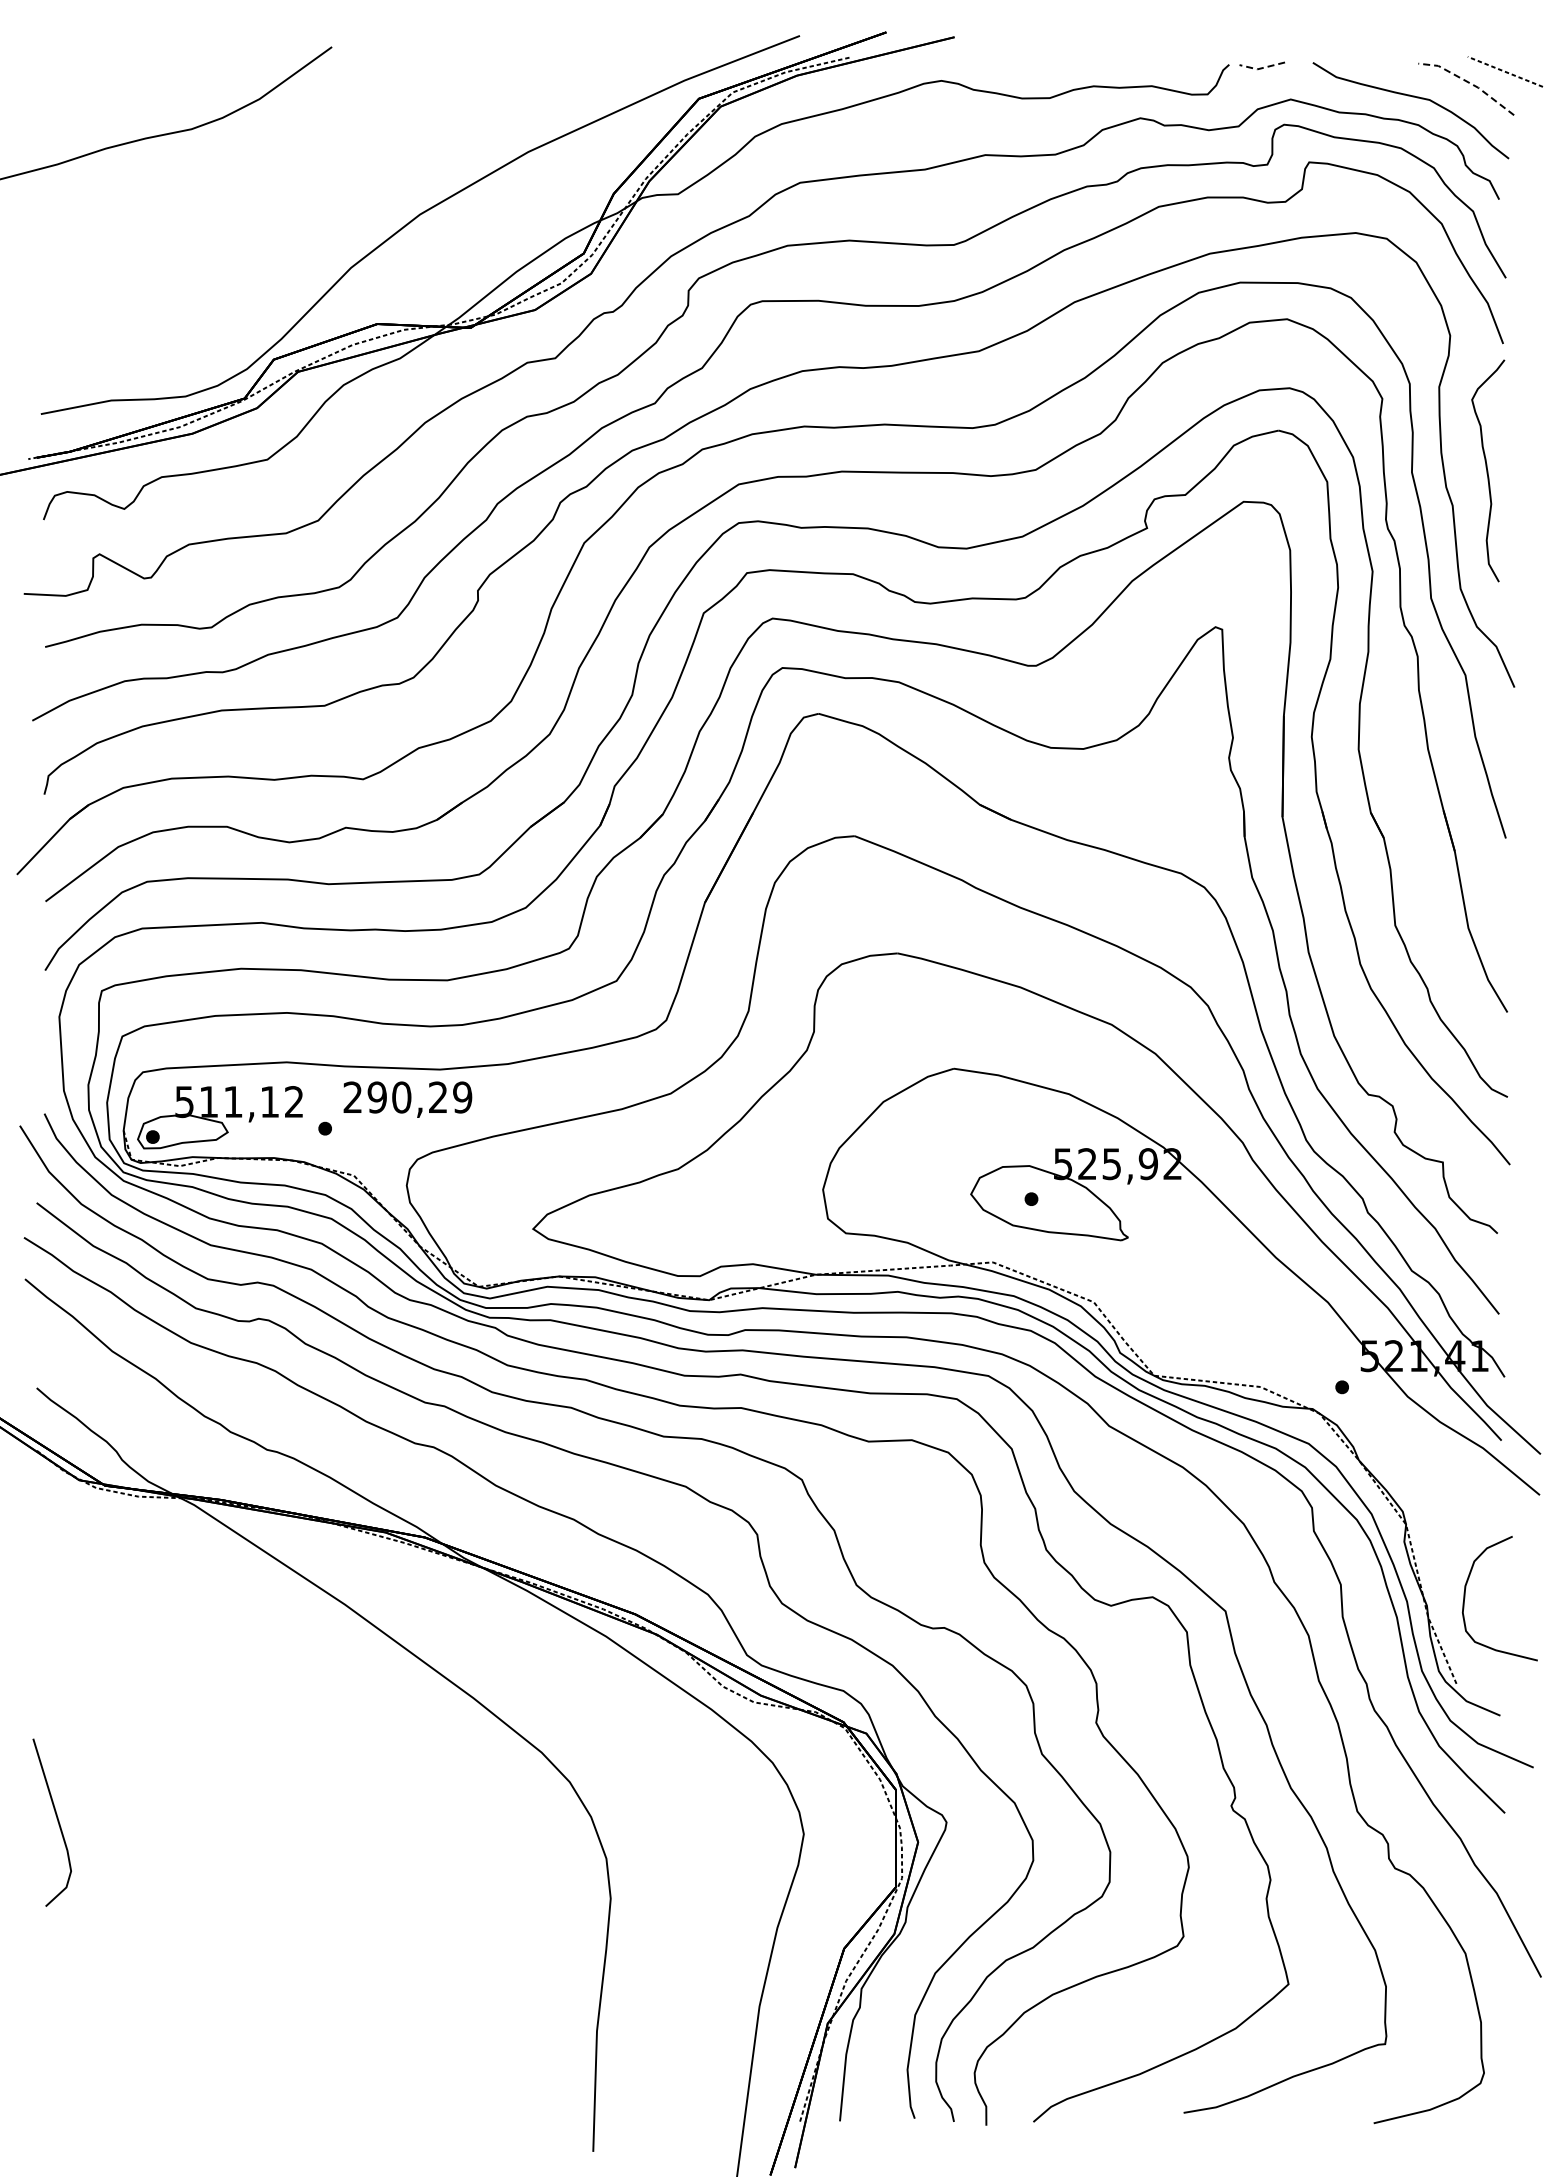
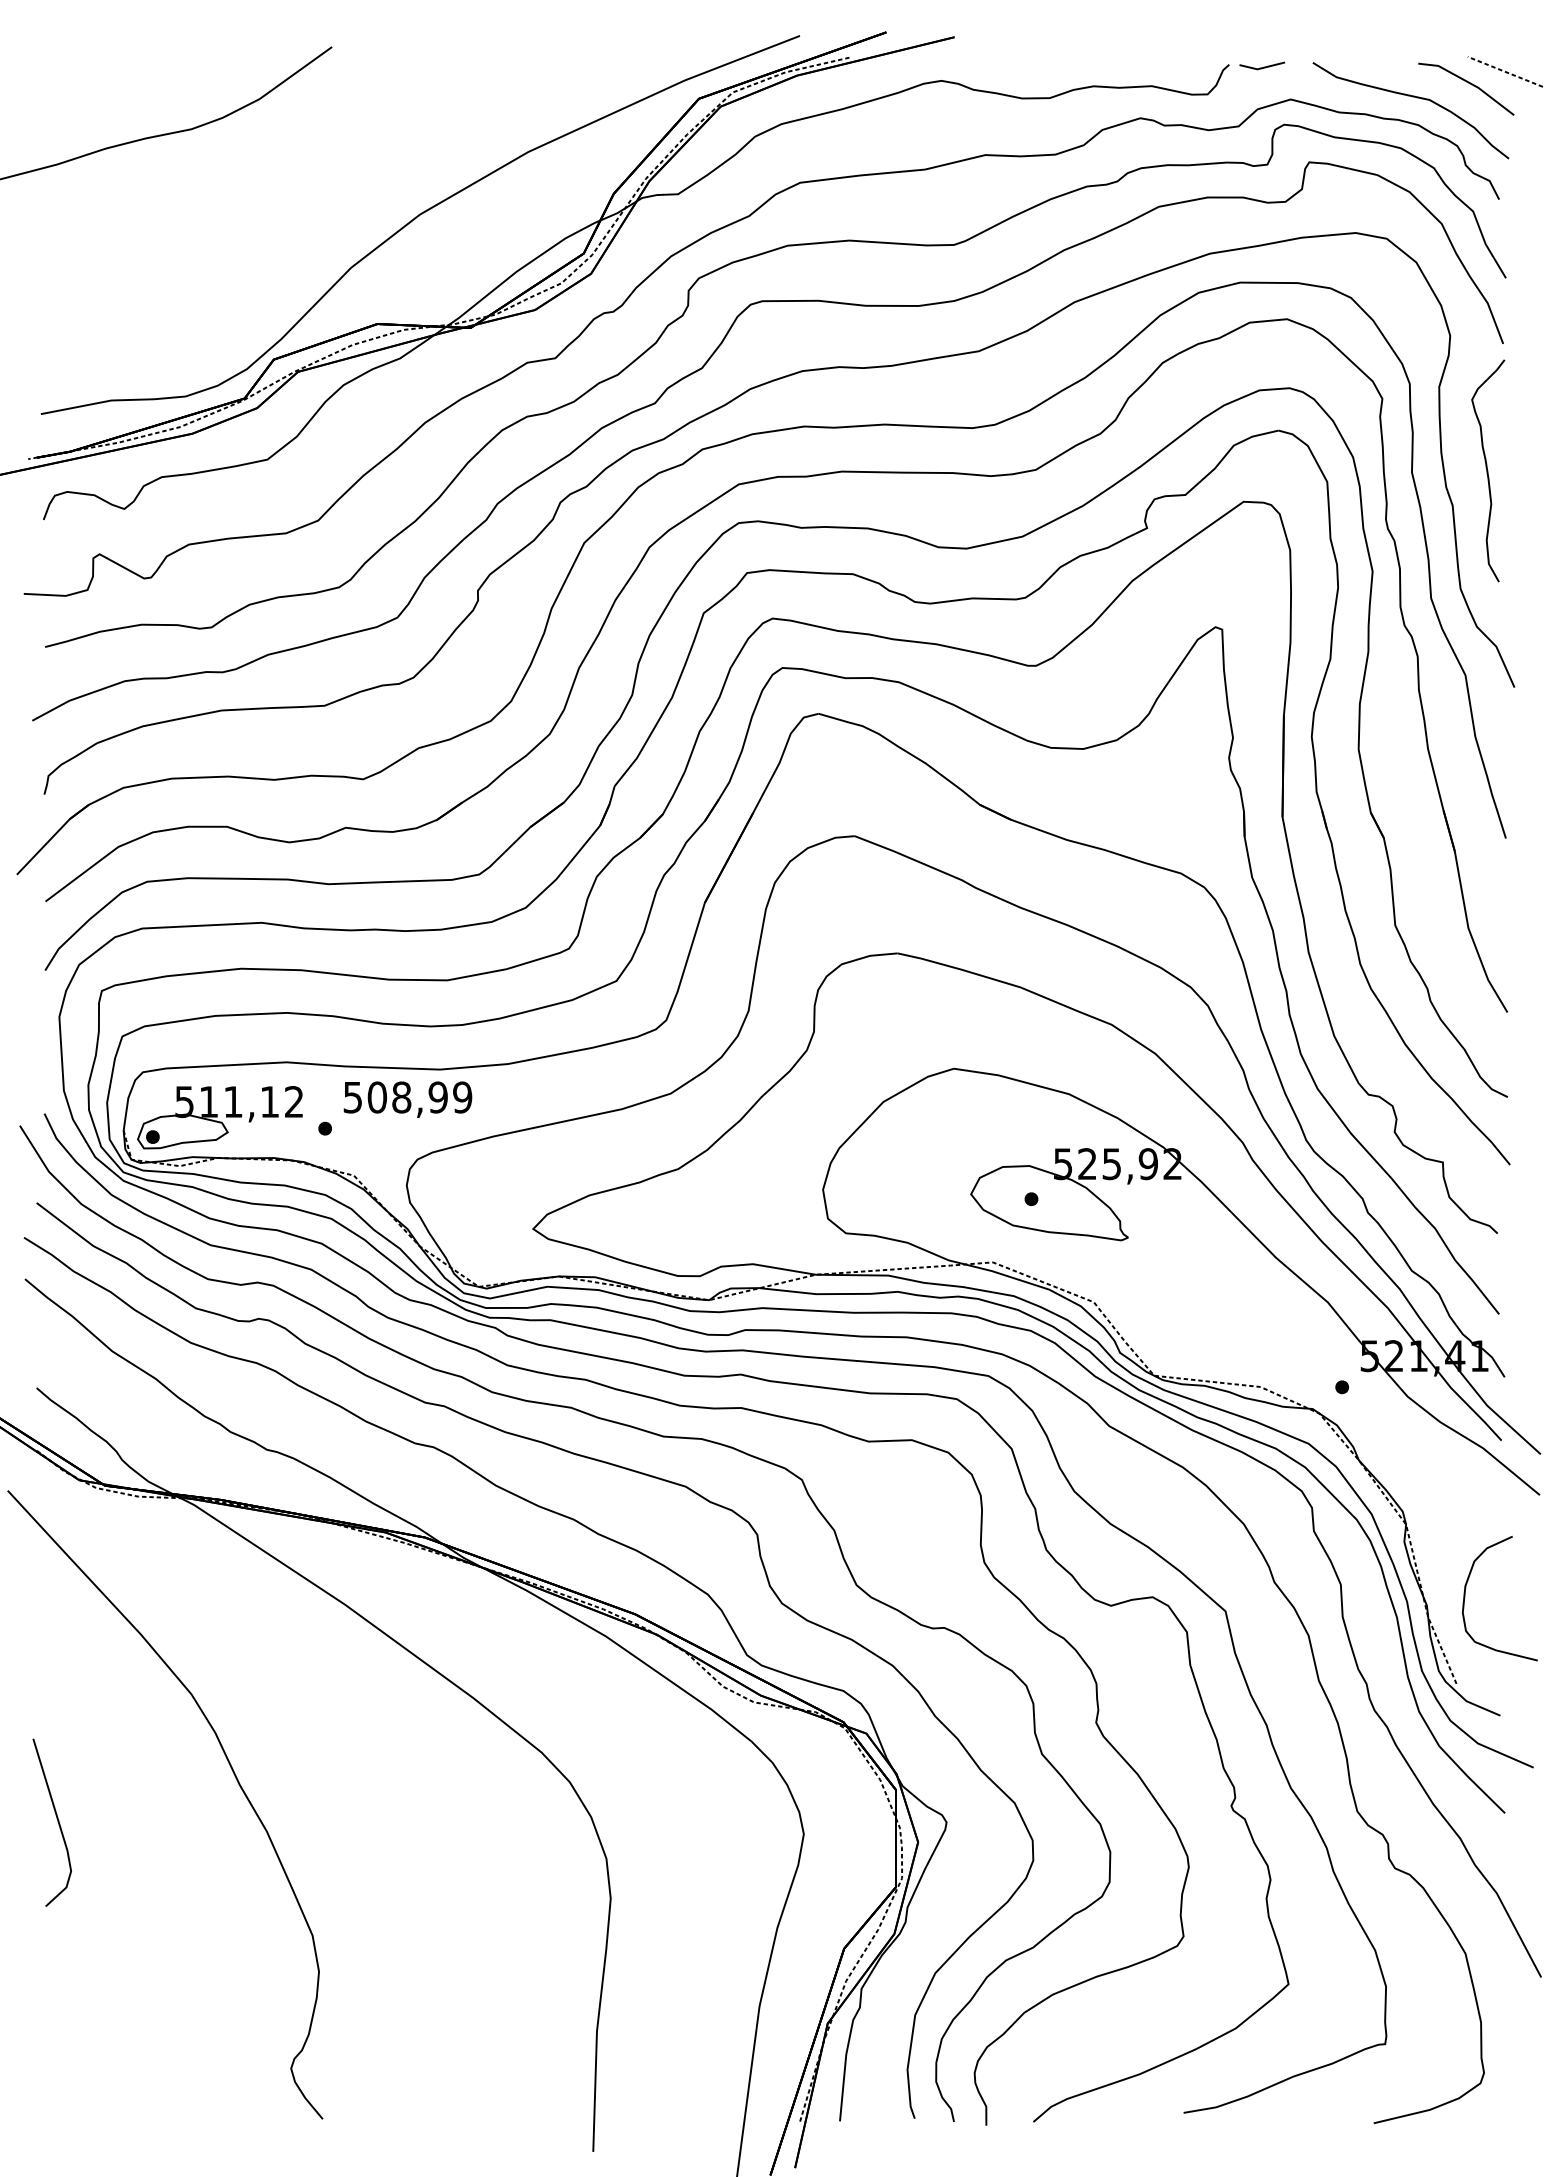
line at (1261, 68): dashed -> solid
line at (1468, 82): dashed -> solid
text at (395, 1097): 290,29 -> 508,99
curve at (232, 1772): none -> present
